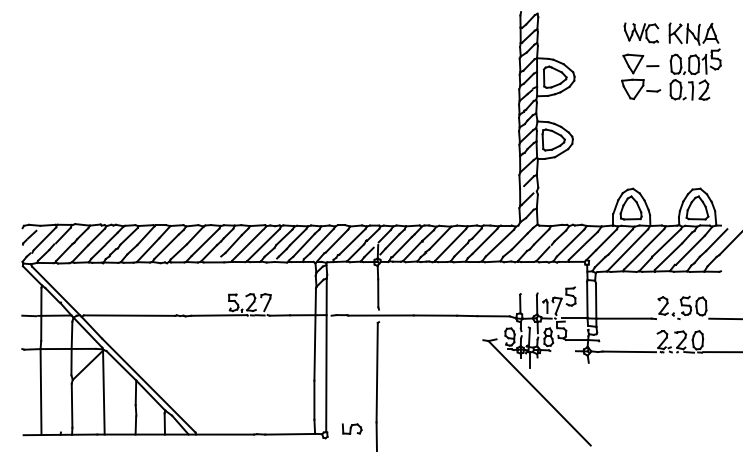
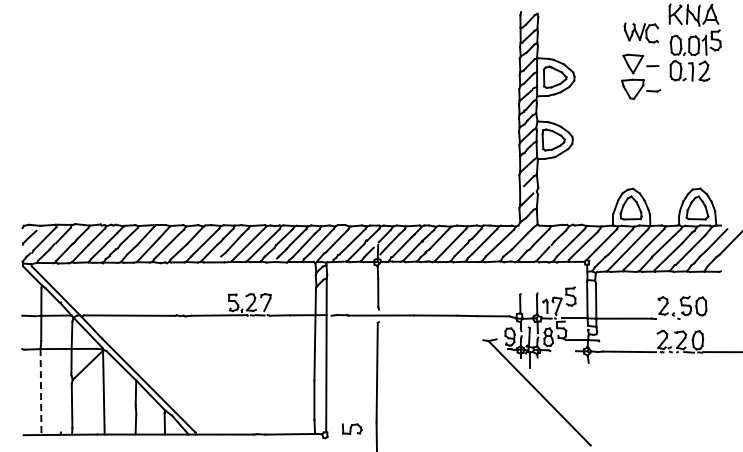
part at (694, 61) position: (694, 61) -> (694, 42)
line at (724, 318): present -> none
line at (41, 392): solid -> dashed
